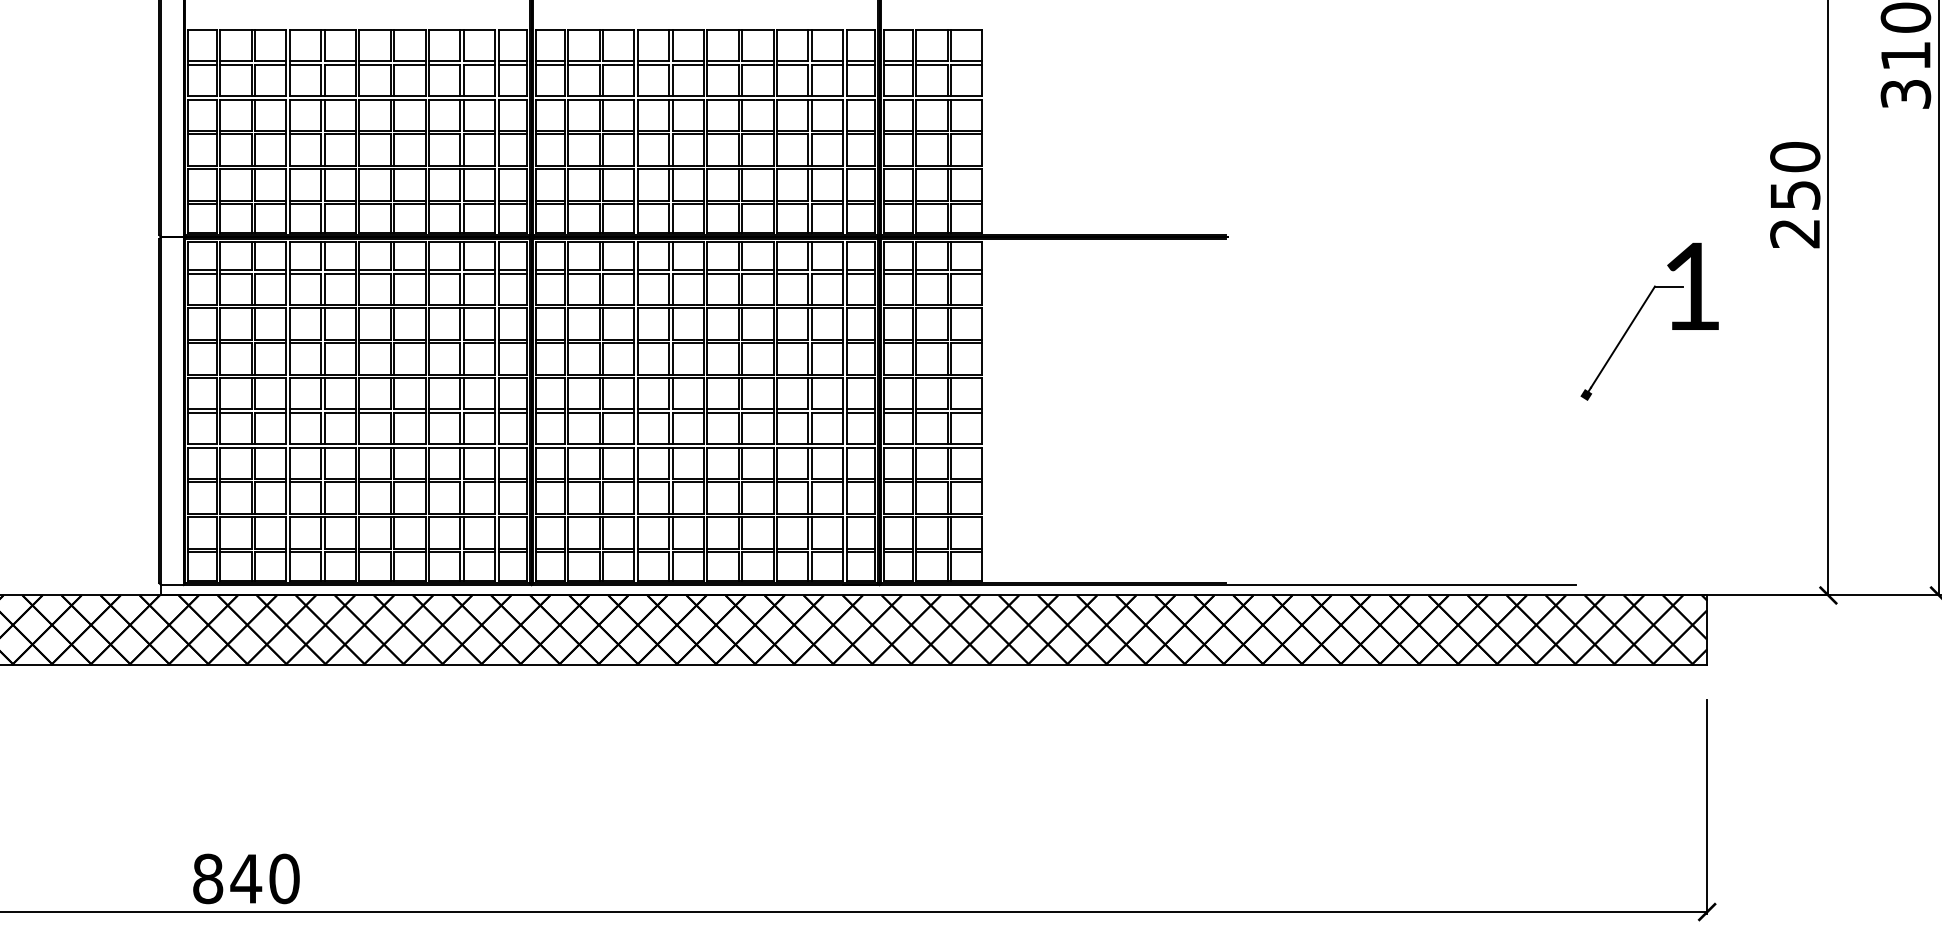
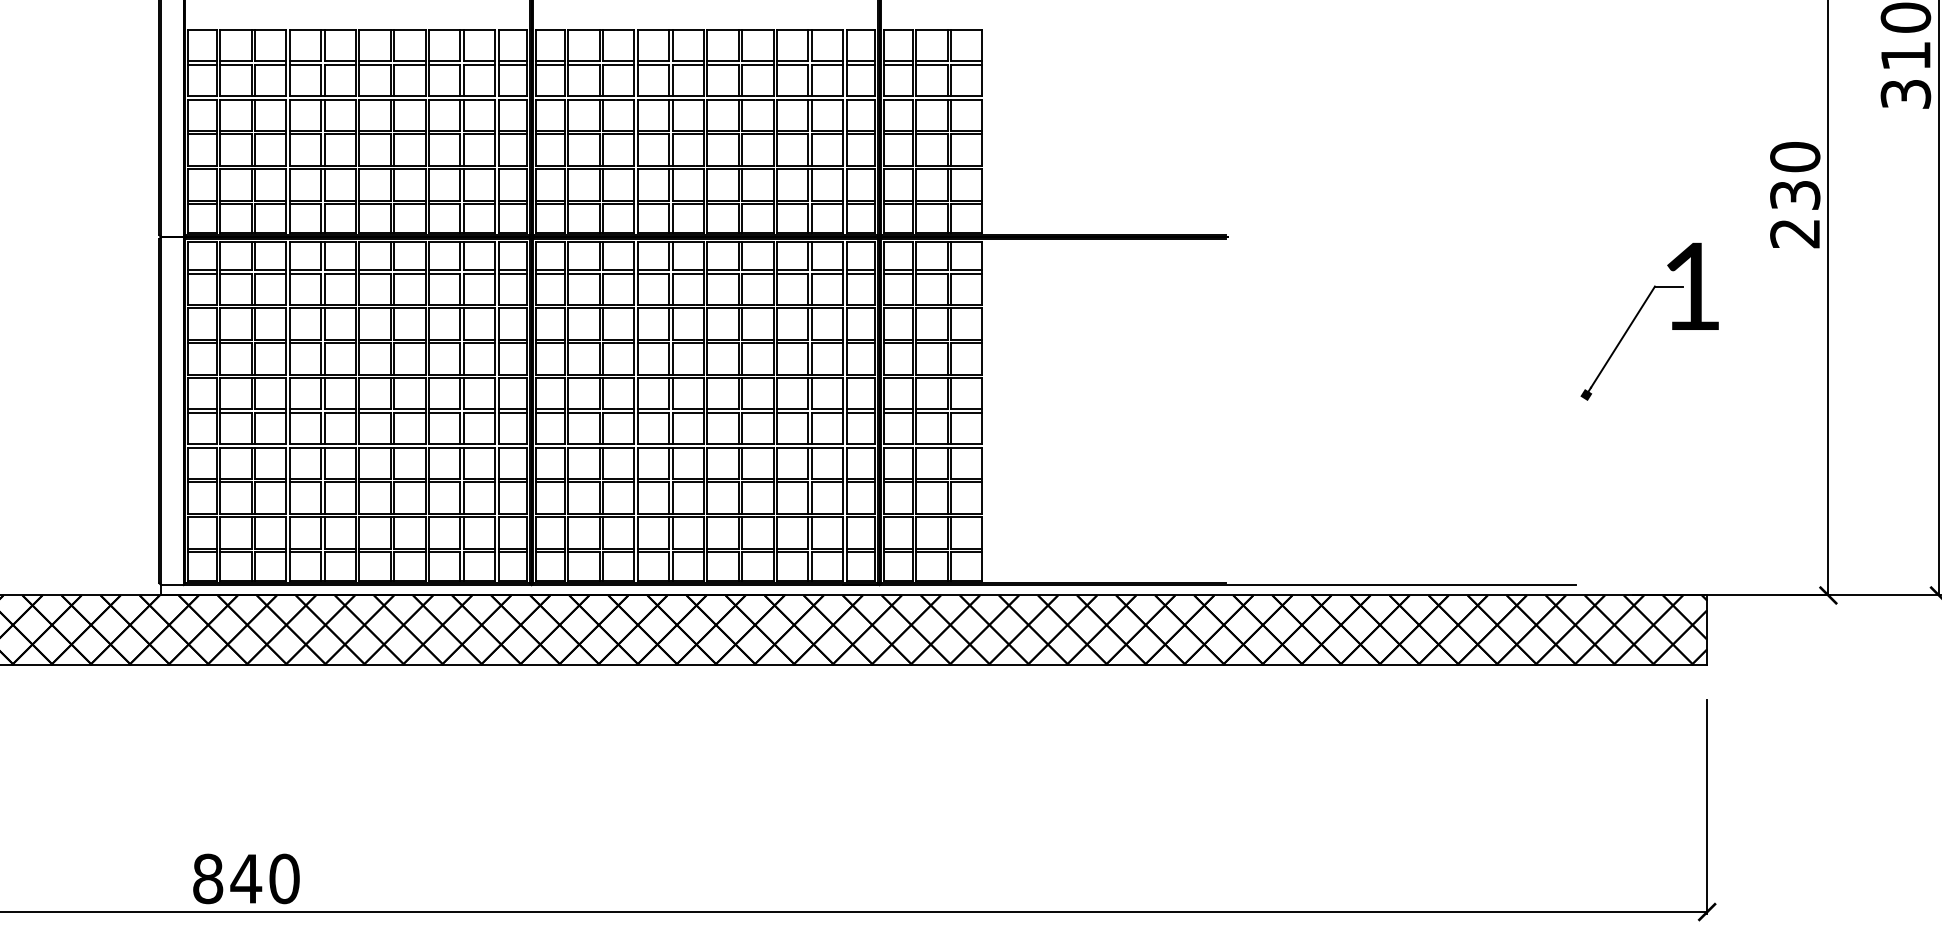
text at (1794, 195): 250 -> 230
